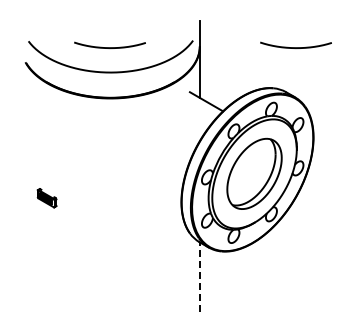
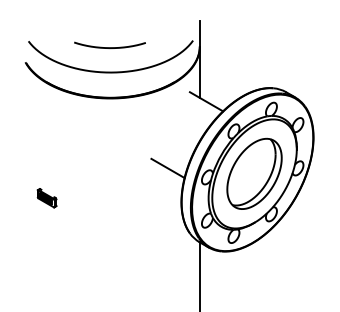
curve at (295, 47): present -> none
line at (167, 168): none -> present
line at (199, 277): dashed -> solid
